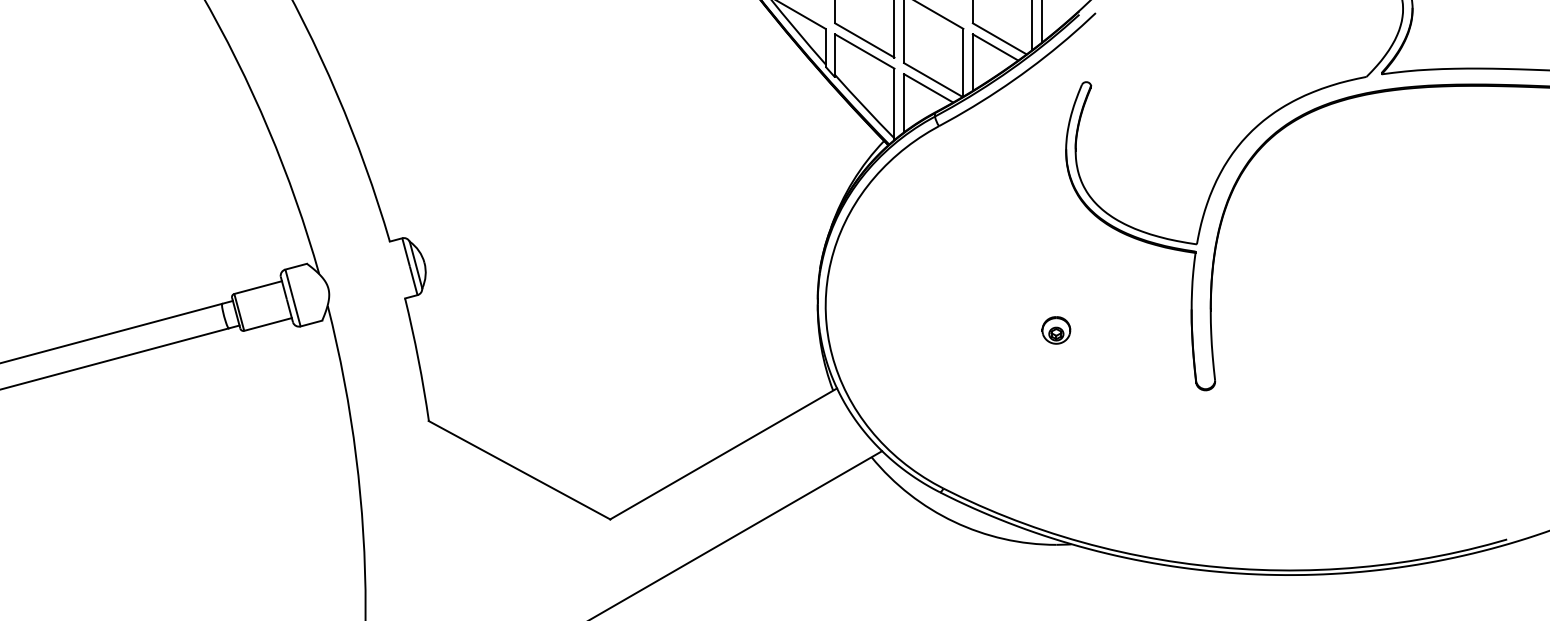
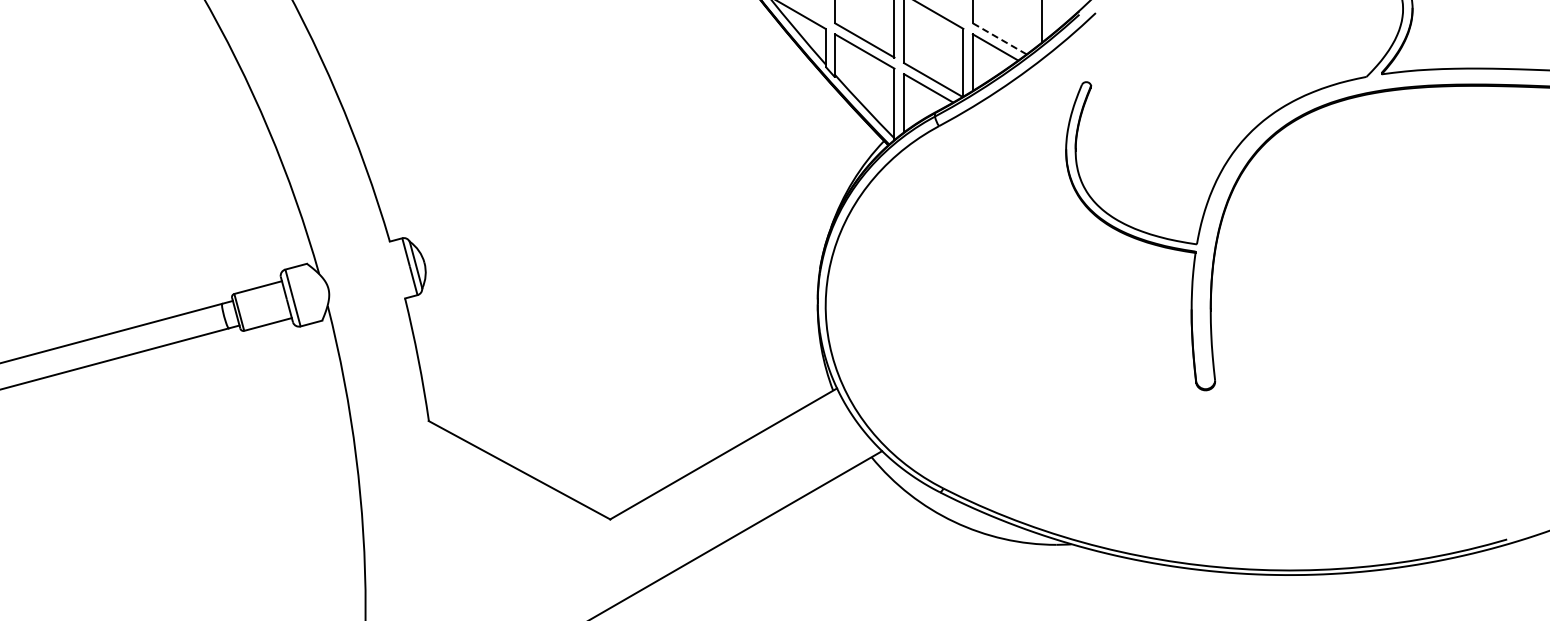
line at (1032, 26): present -> none
line at (999, 38): solid -> dashed
part at (1056, 330): present -> none
